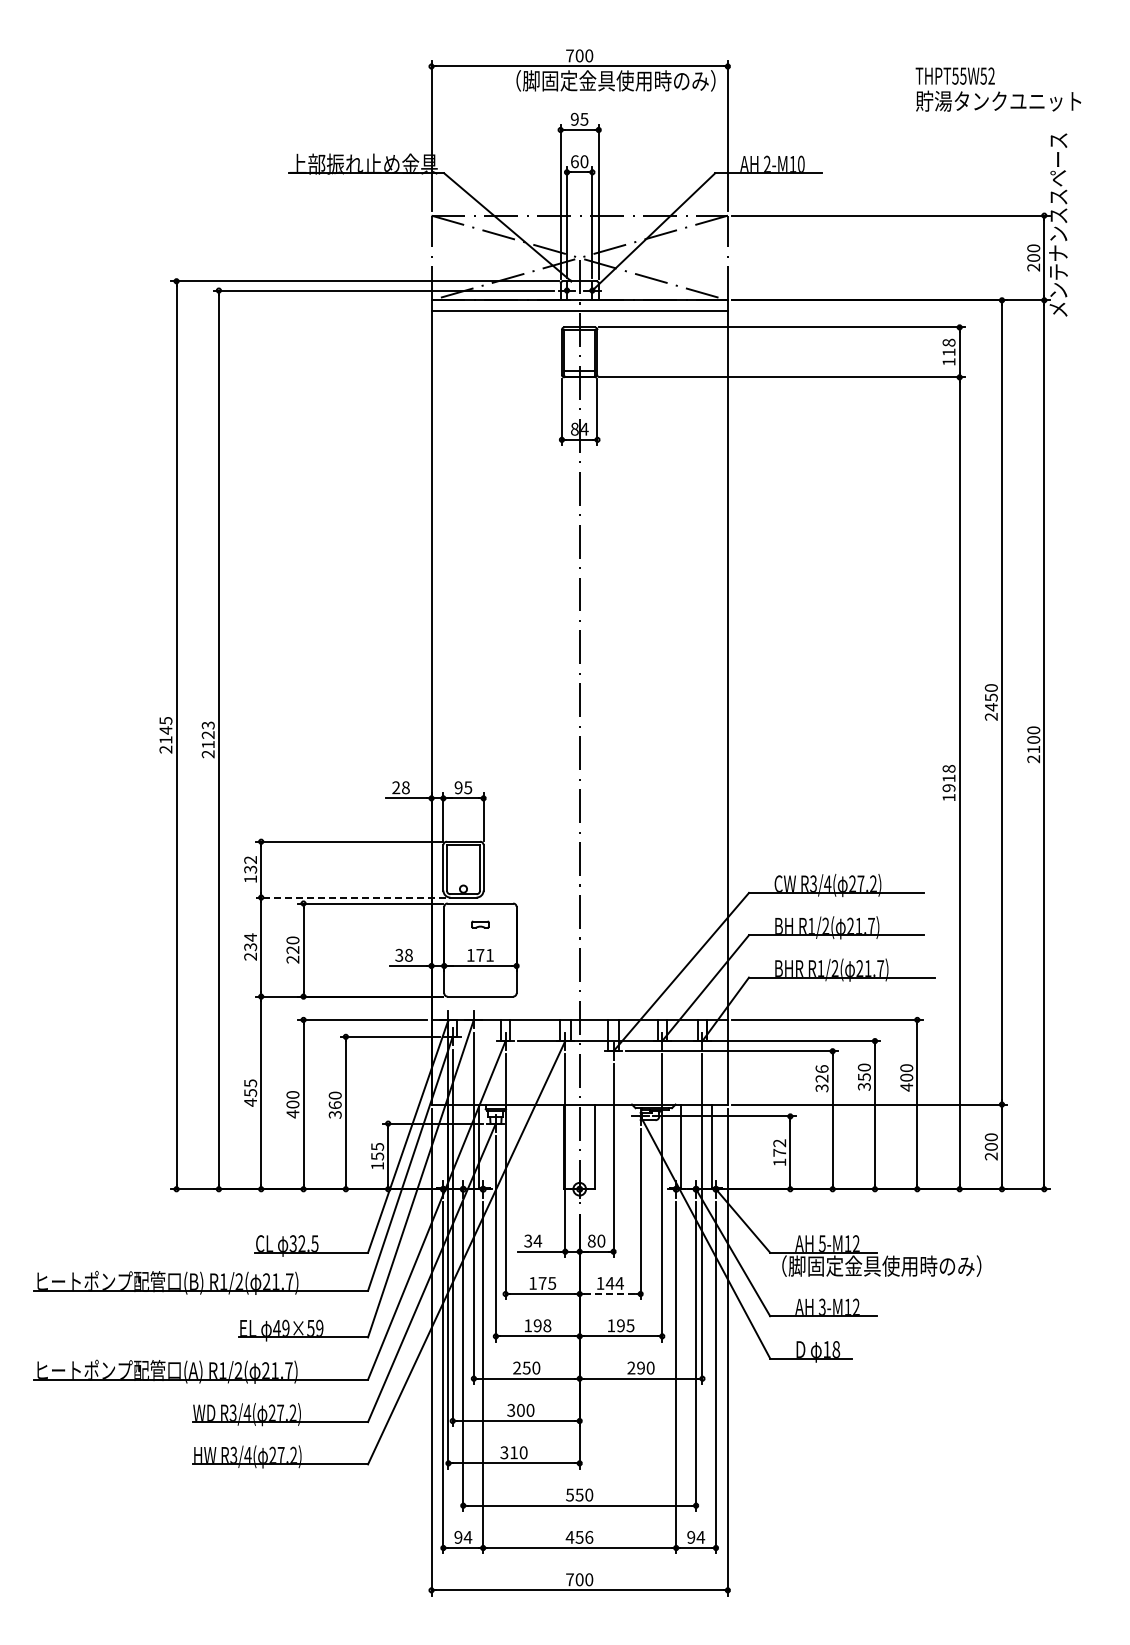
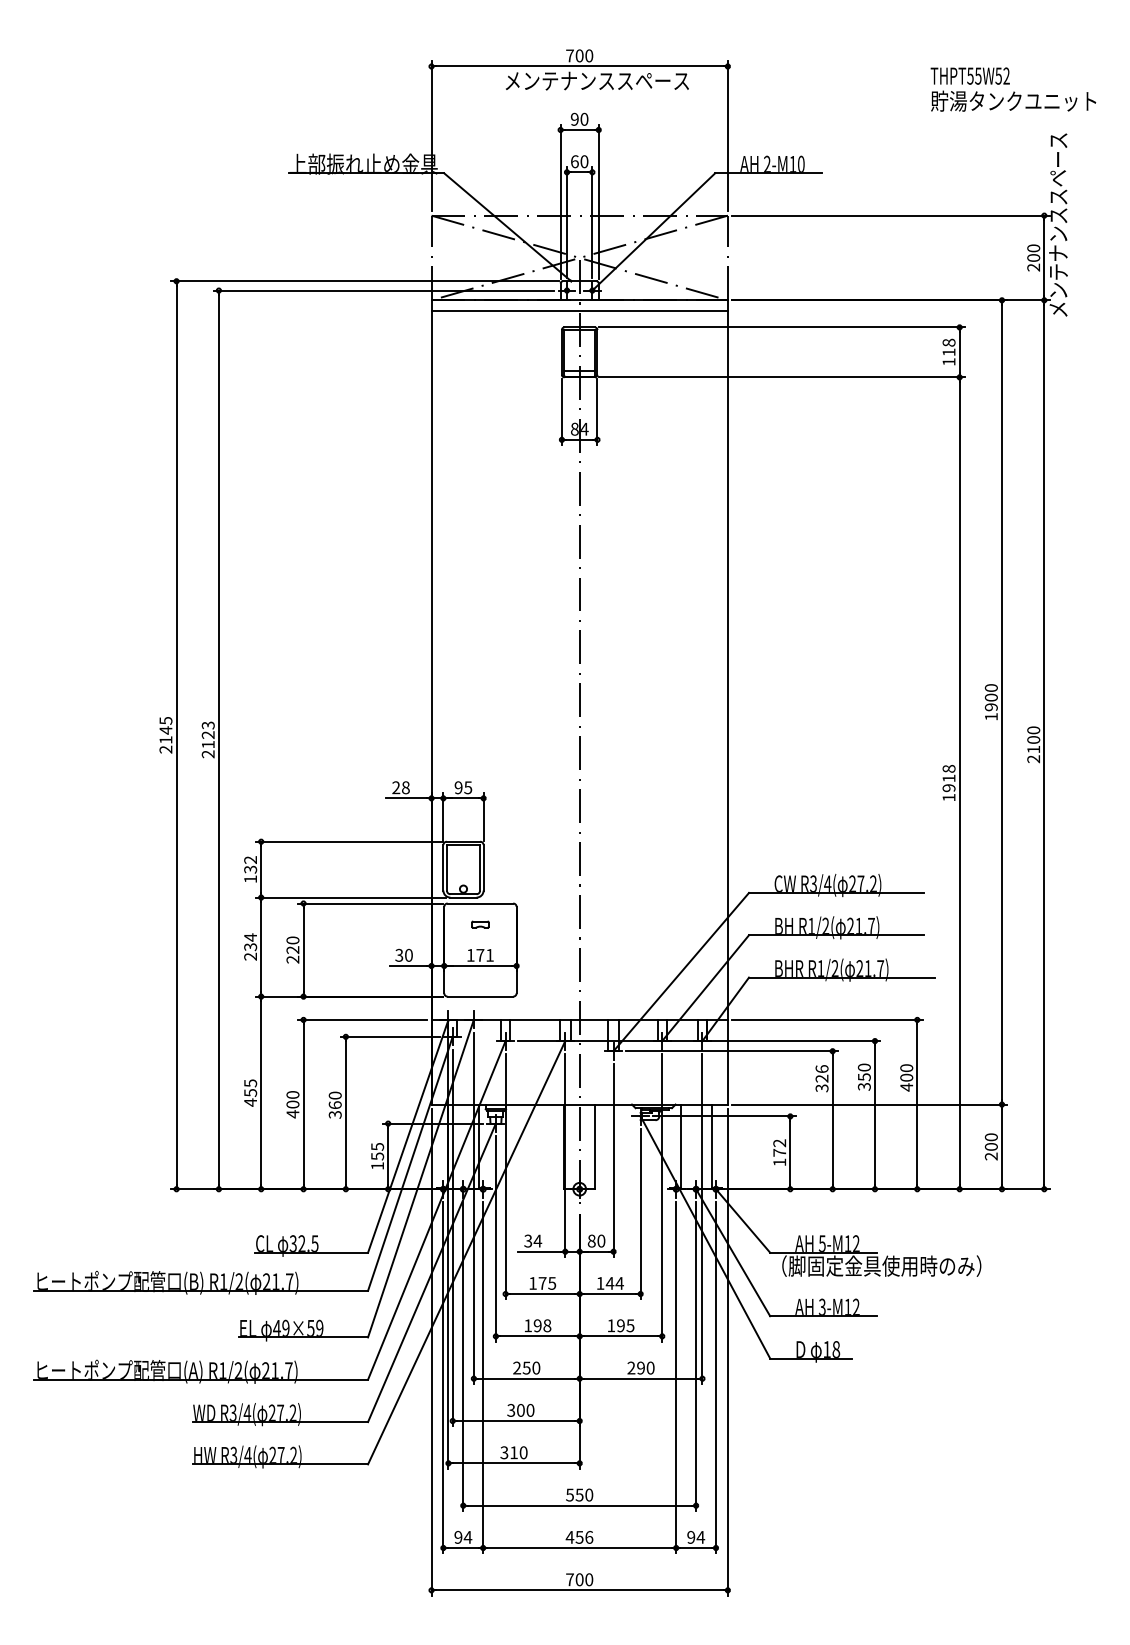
text at (610, 80): （脚固定金具使用時のみ） -> メンテナンススペース
text at (998, 89) position: (998, 89) -> (1013, 89)
text at (584, 118): 95 -> 90
text at (990, 706): 2450 -> 1900
line at (350, 897): dashed -> solid
text at (408, 955): 38 -> 30
line at (610, 1294): dashed -> solid
